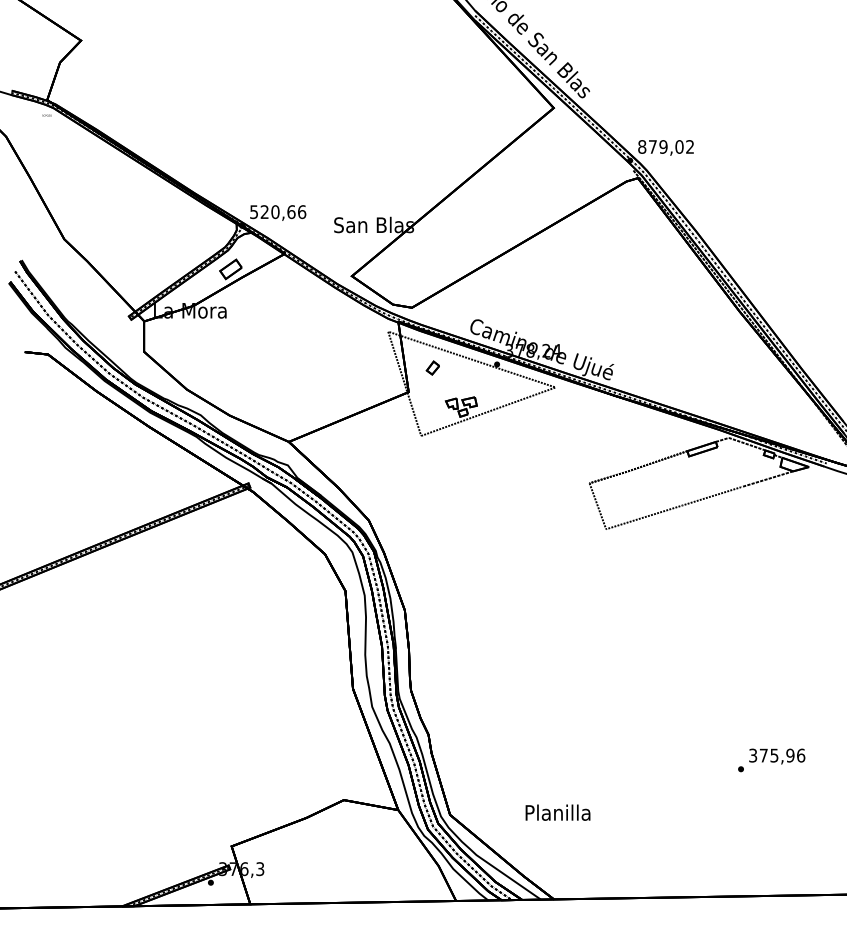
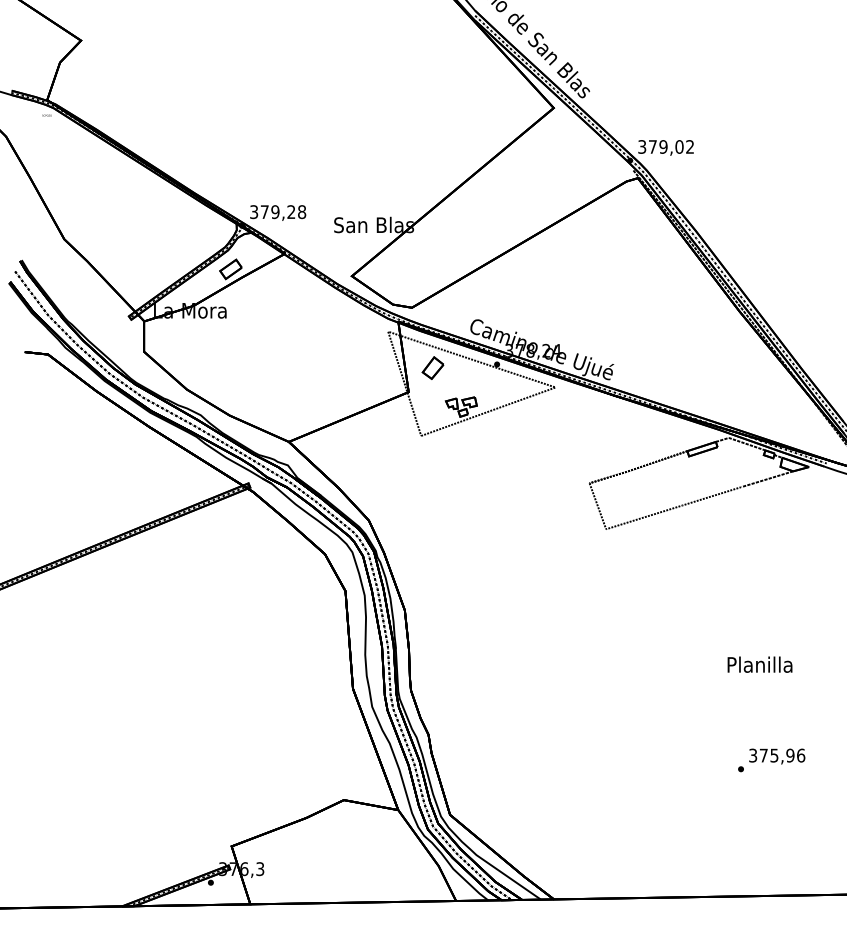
text at (642, 146): 879,02 -> 379,02
text at (278, 212): 520,66 -> 379,28
part at (432, 367) size: 15x16 px -> 24x24 px
text at (557, 812) position: (557, 812) -> (759, 664)
